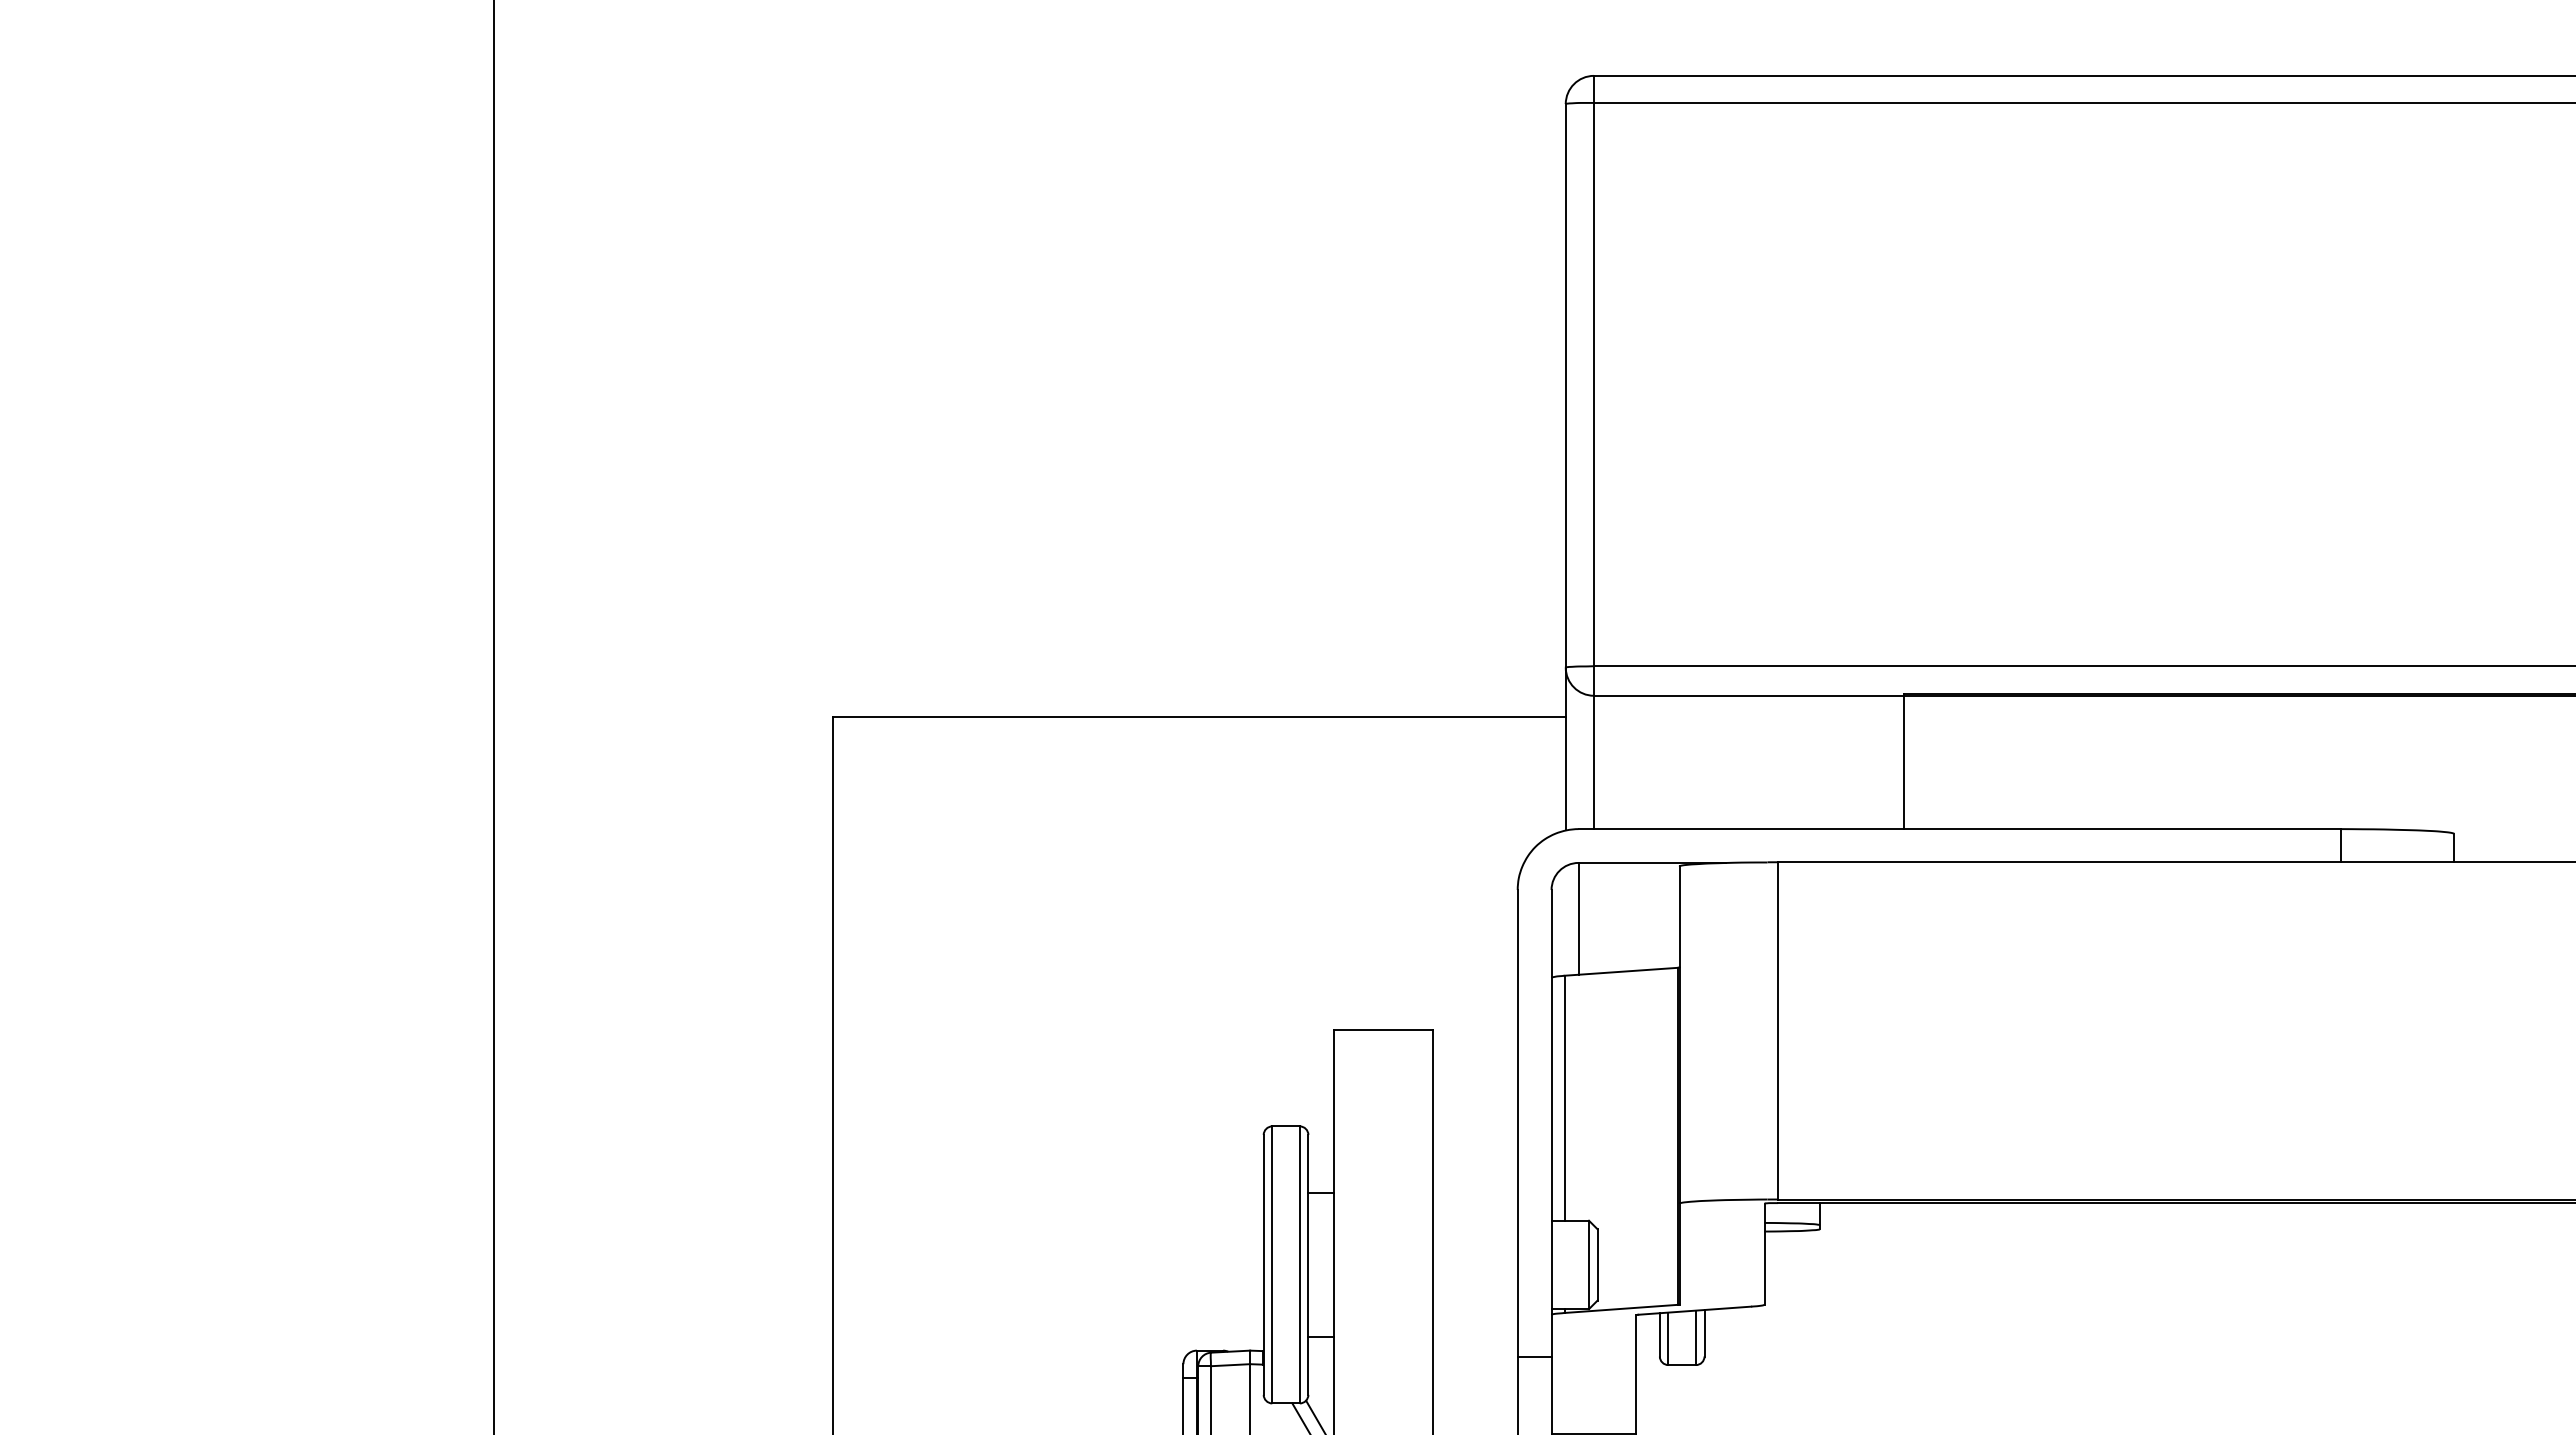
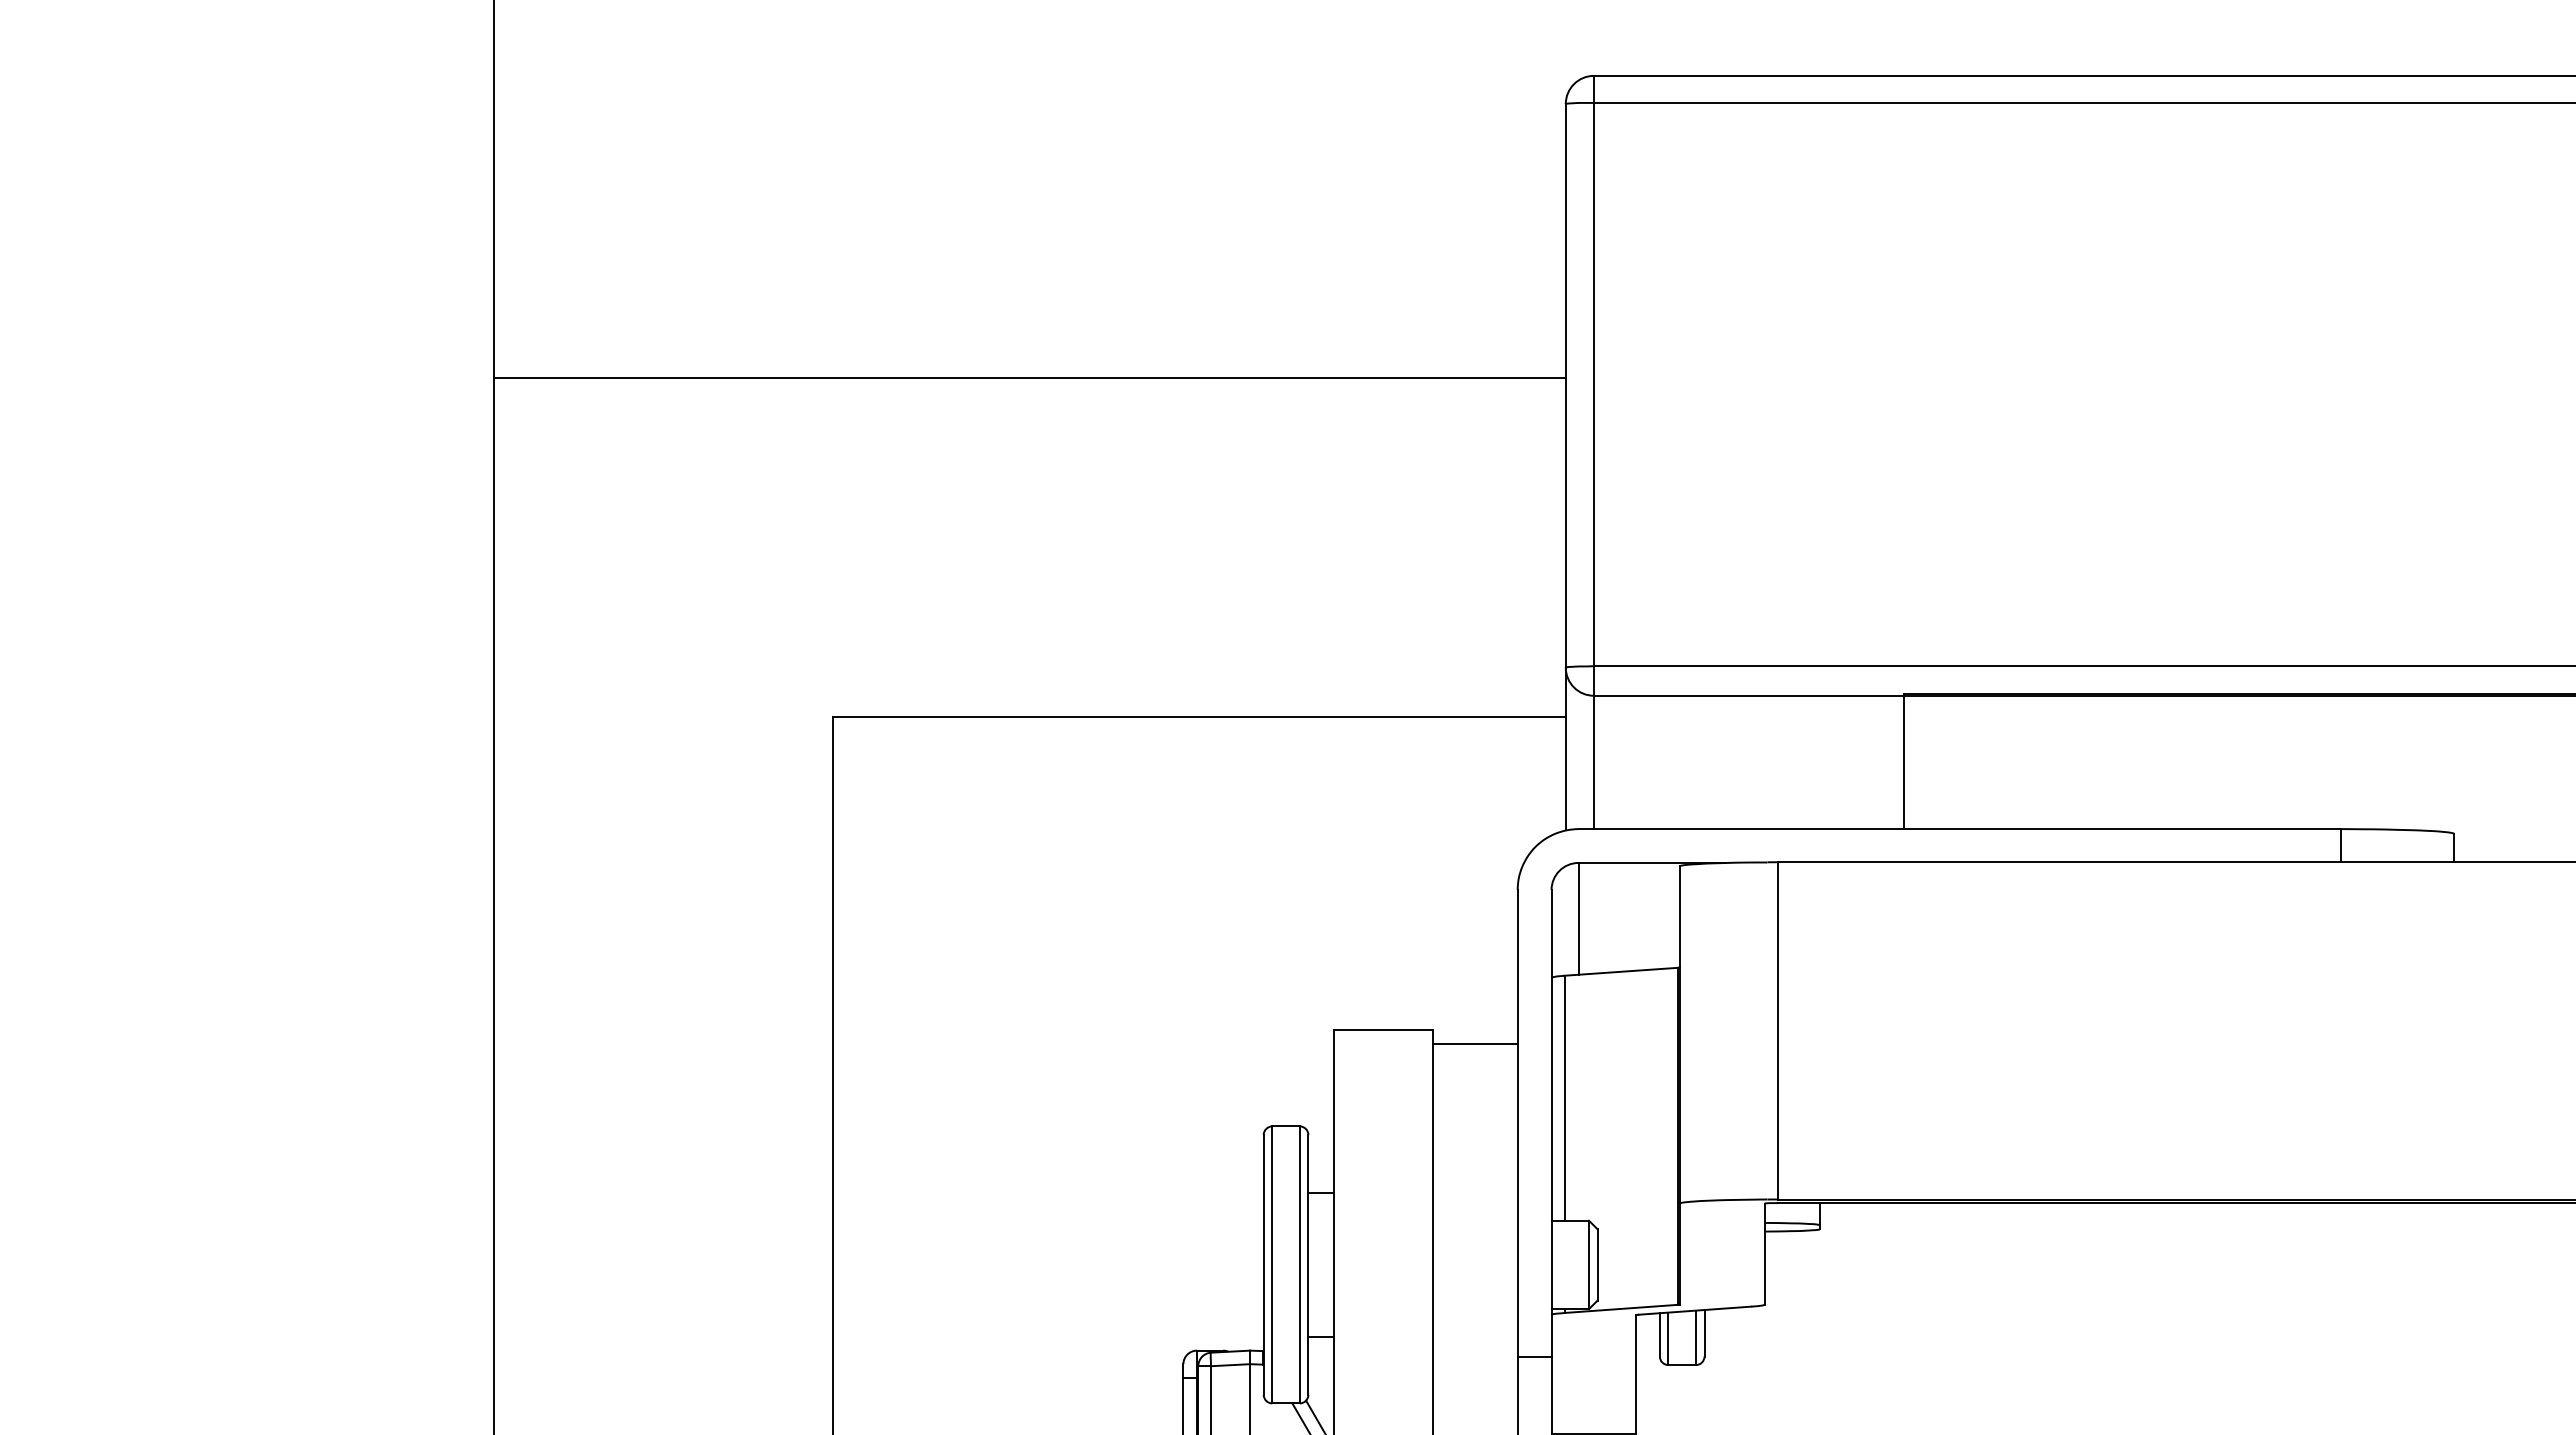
line at (1029, 378): none -> present
line at (1474, 1043): none -> present
